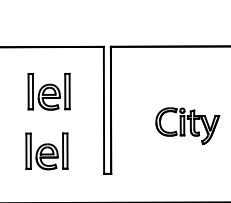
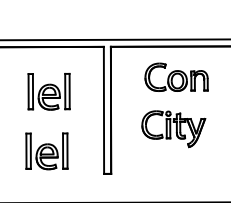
line at (114, 39): none -> present
part at (176, 76): none -> present
part at (187, 126) position: (187, 126) -> (173, 129)
